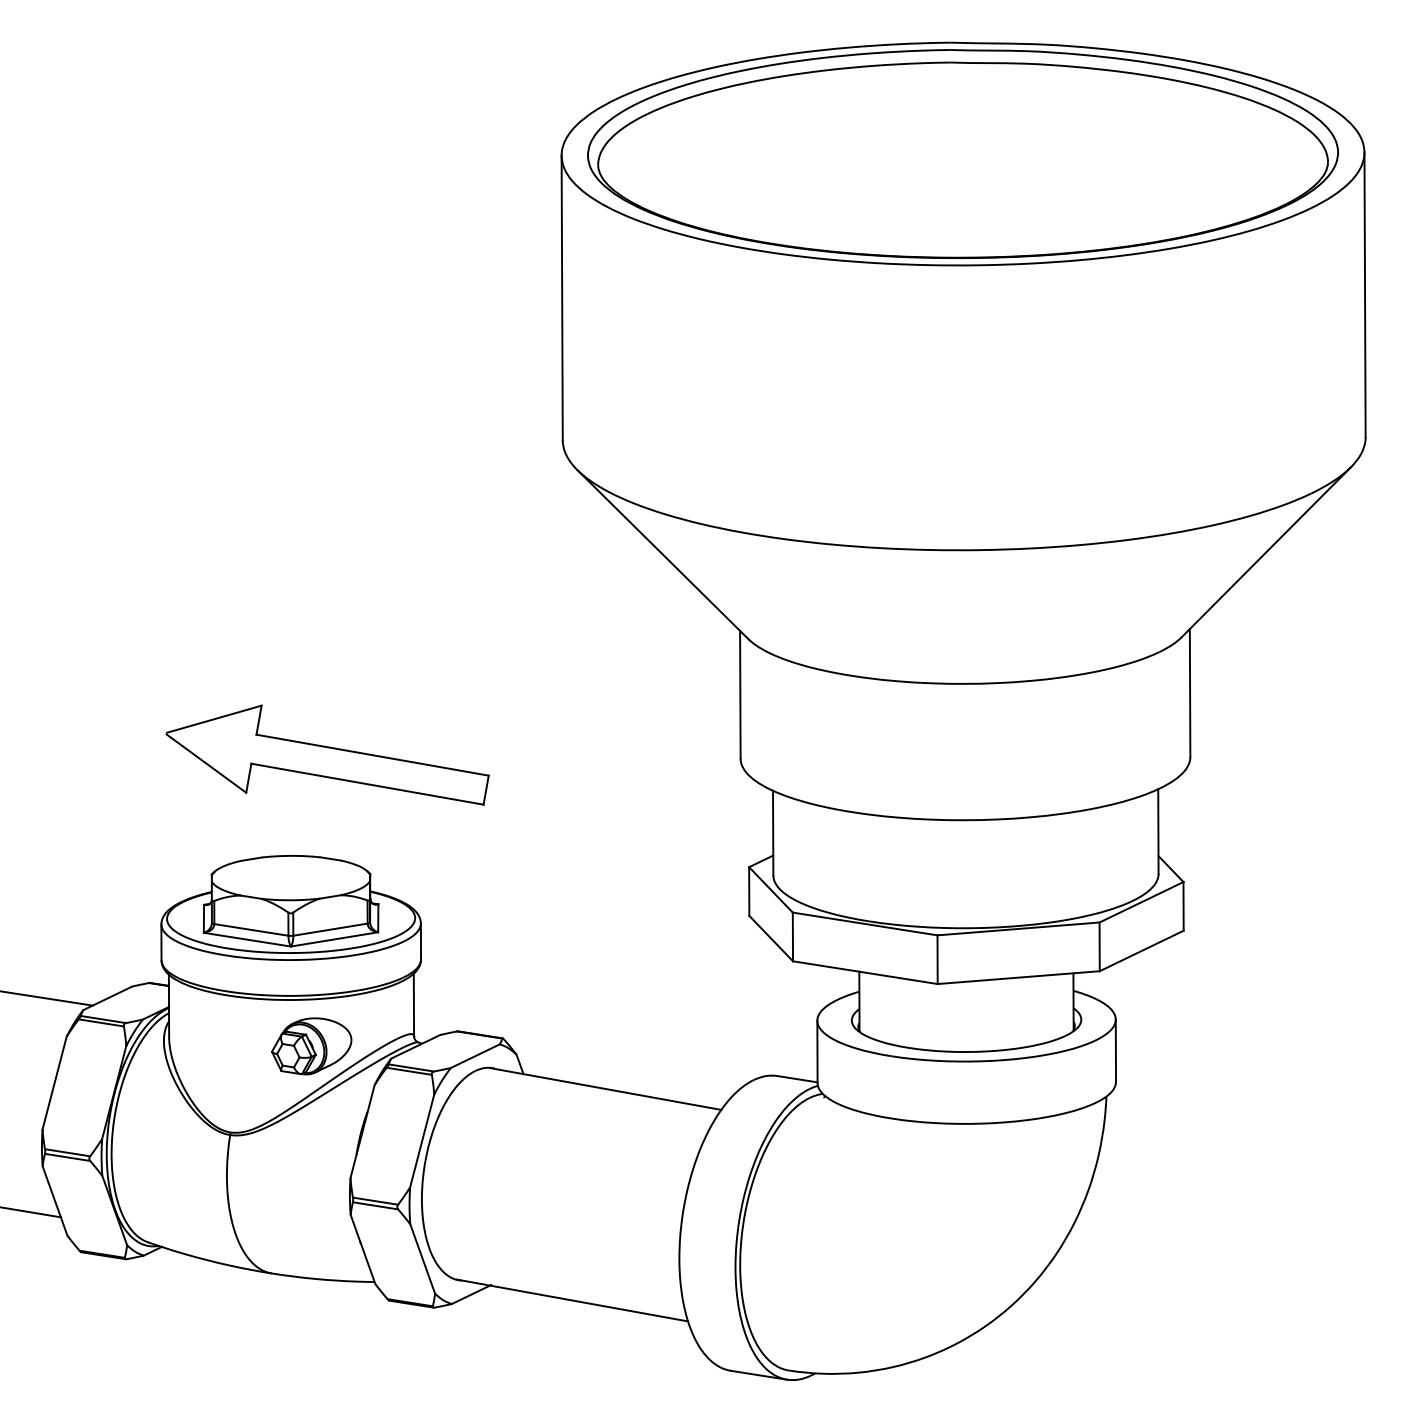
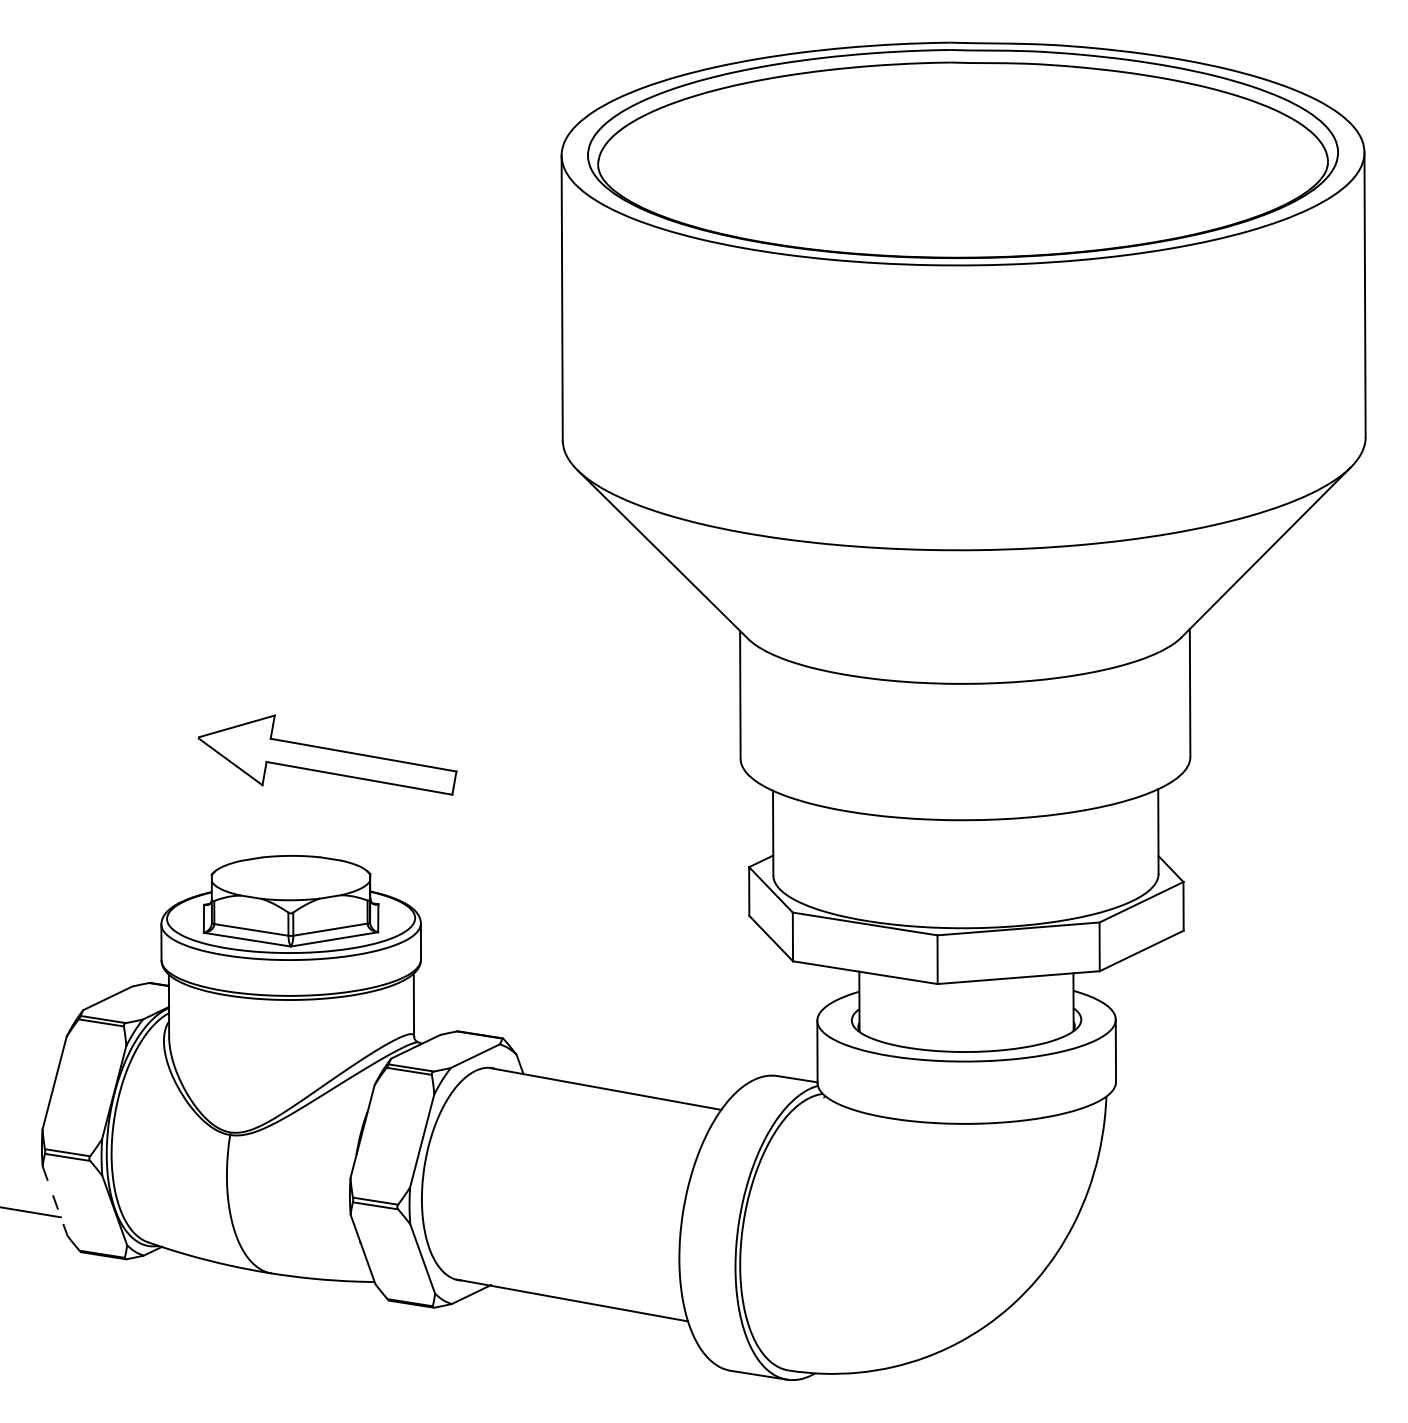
part at (327, 754) size: 325x102 px -> 261x82 px
line at (47, 998): present -> none
part at (311, 1046): present -> none
line at (55, 1201): solid -> dashed
